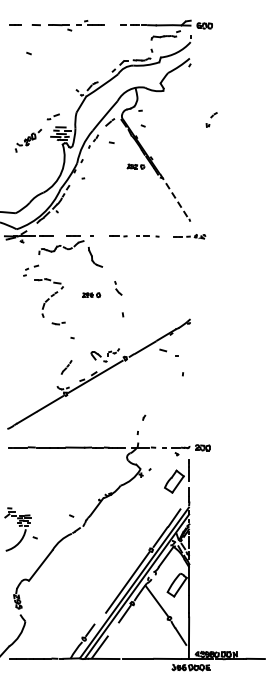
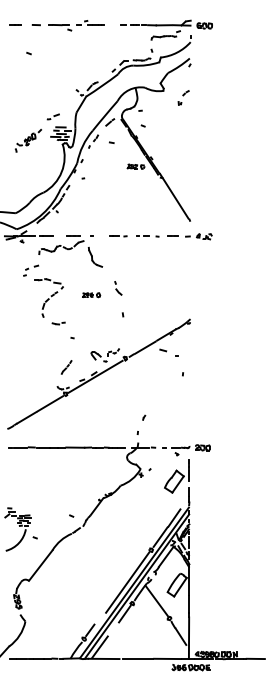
part at (211, 119) position: (211, 119) -> (183, 97)
line at (174, 196): dashed -> solid
part at (189, 236) size: 34x6 px -> 46x8 px
